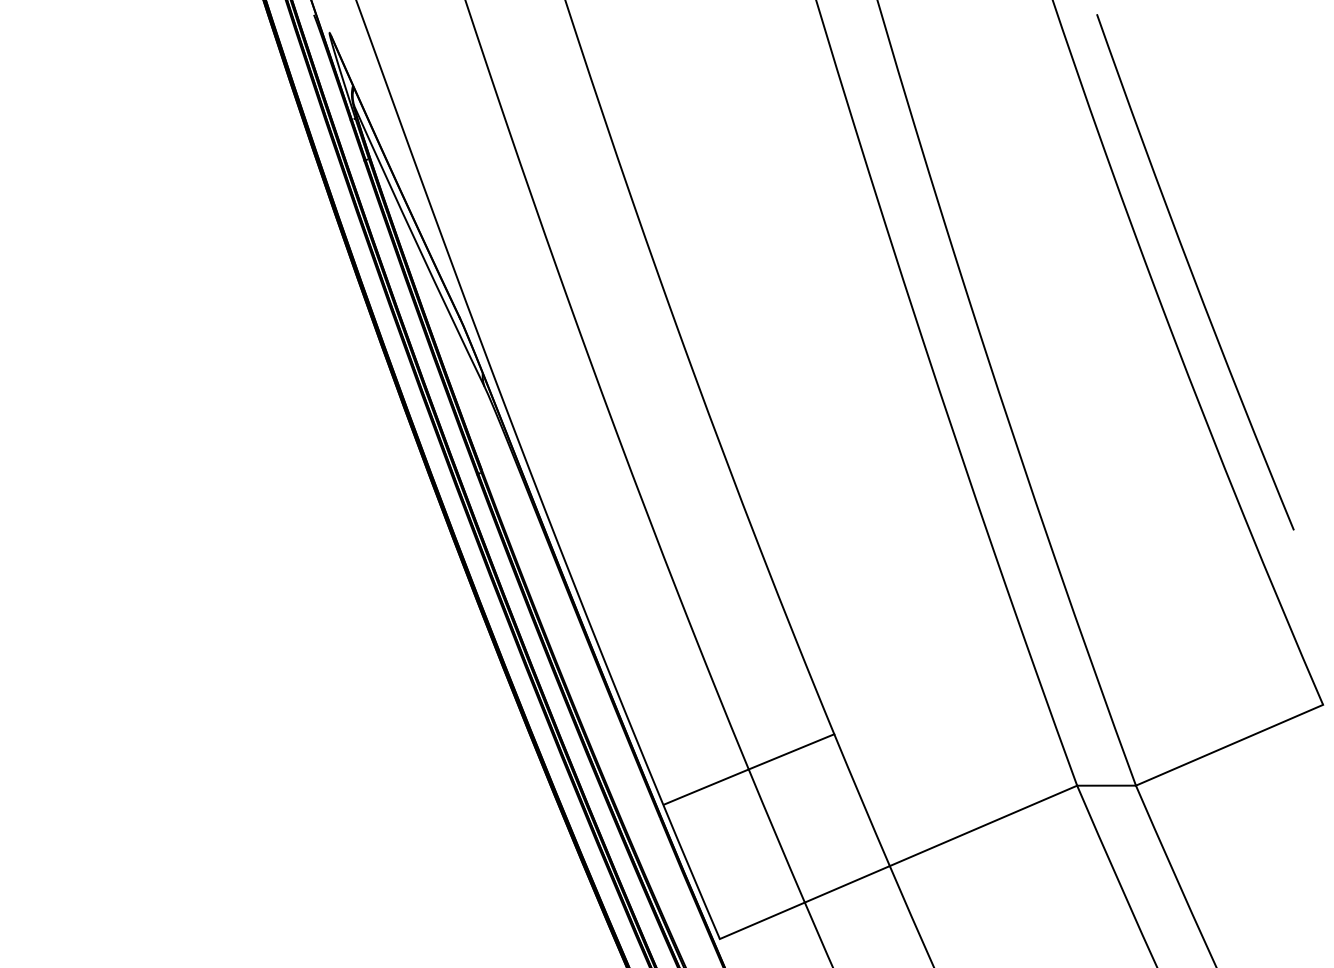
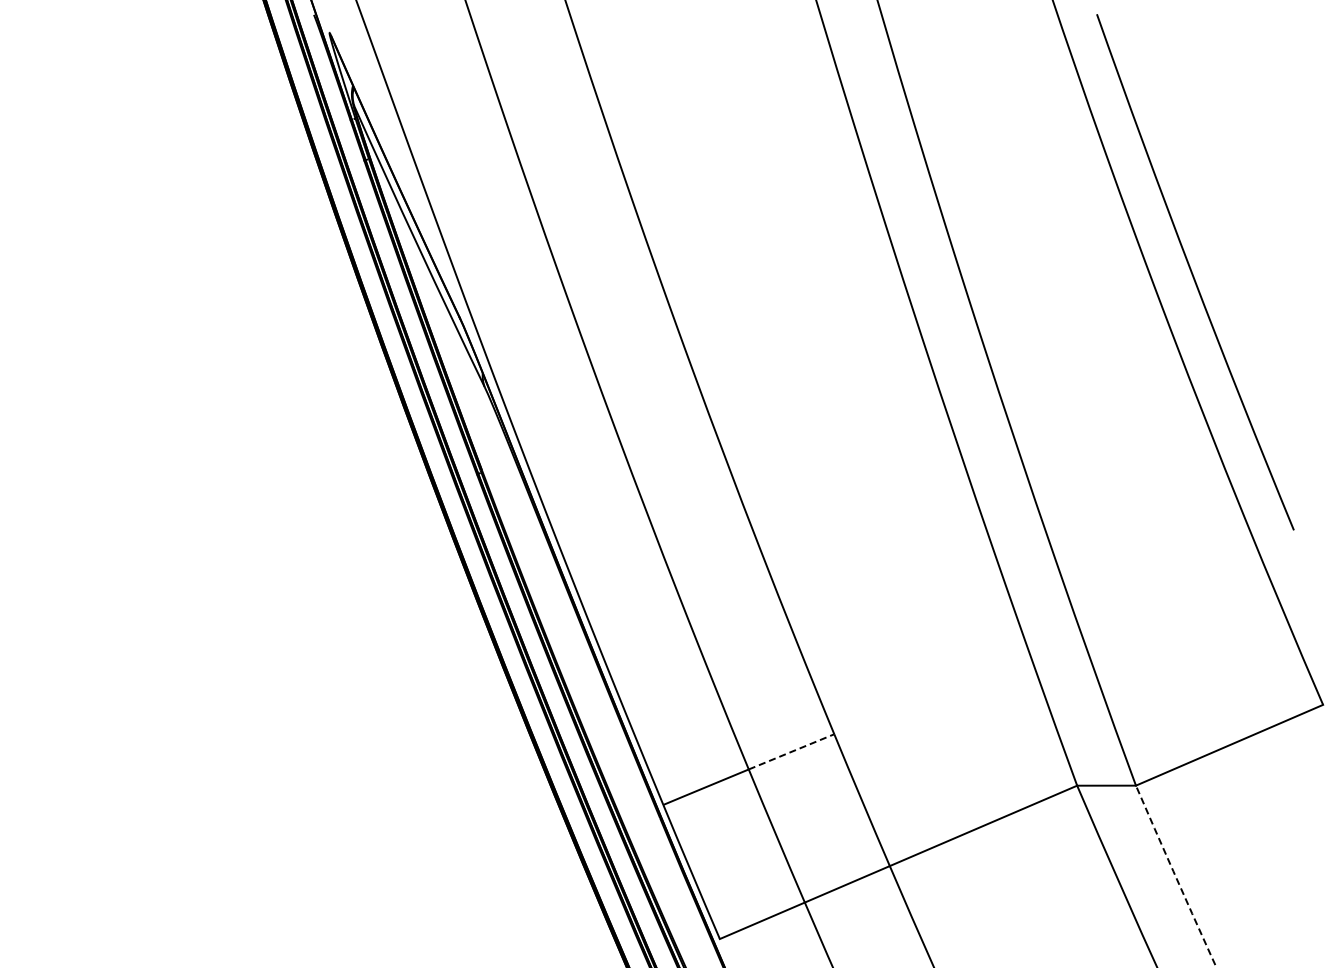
line at (792, 751): solid -> dashed
arc at (1175, 876): solid -> dashed
